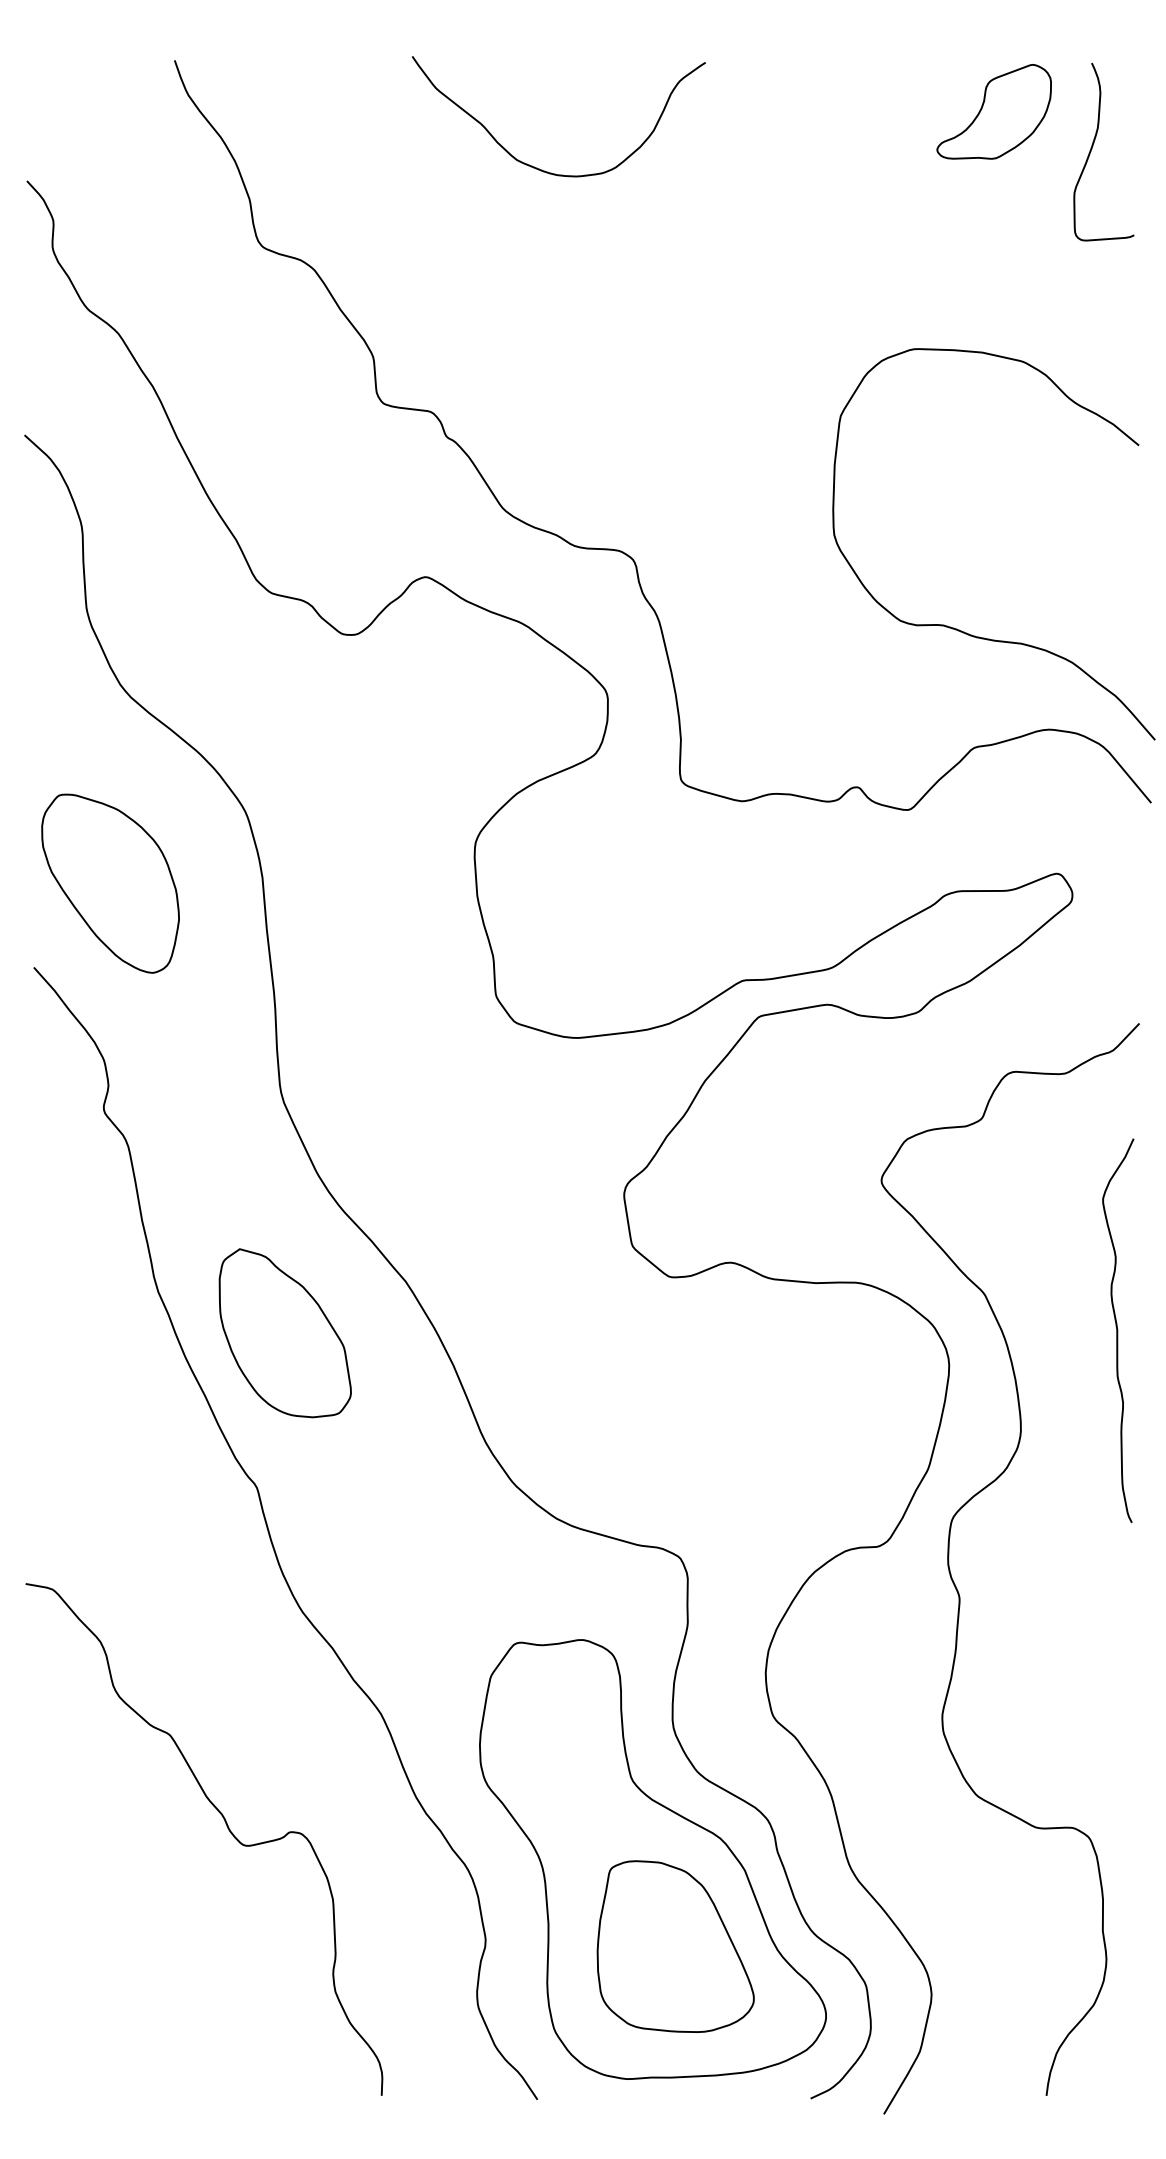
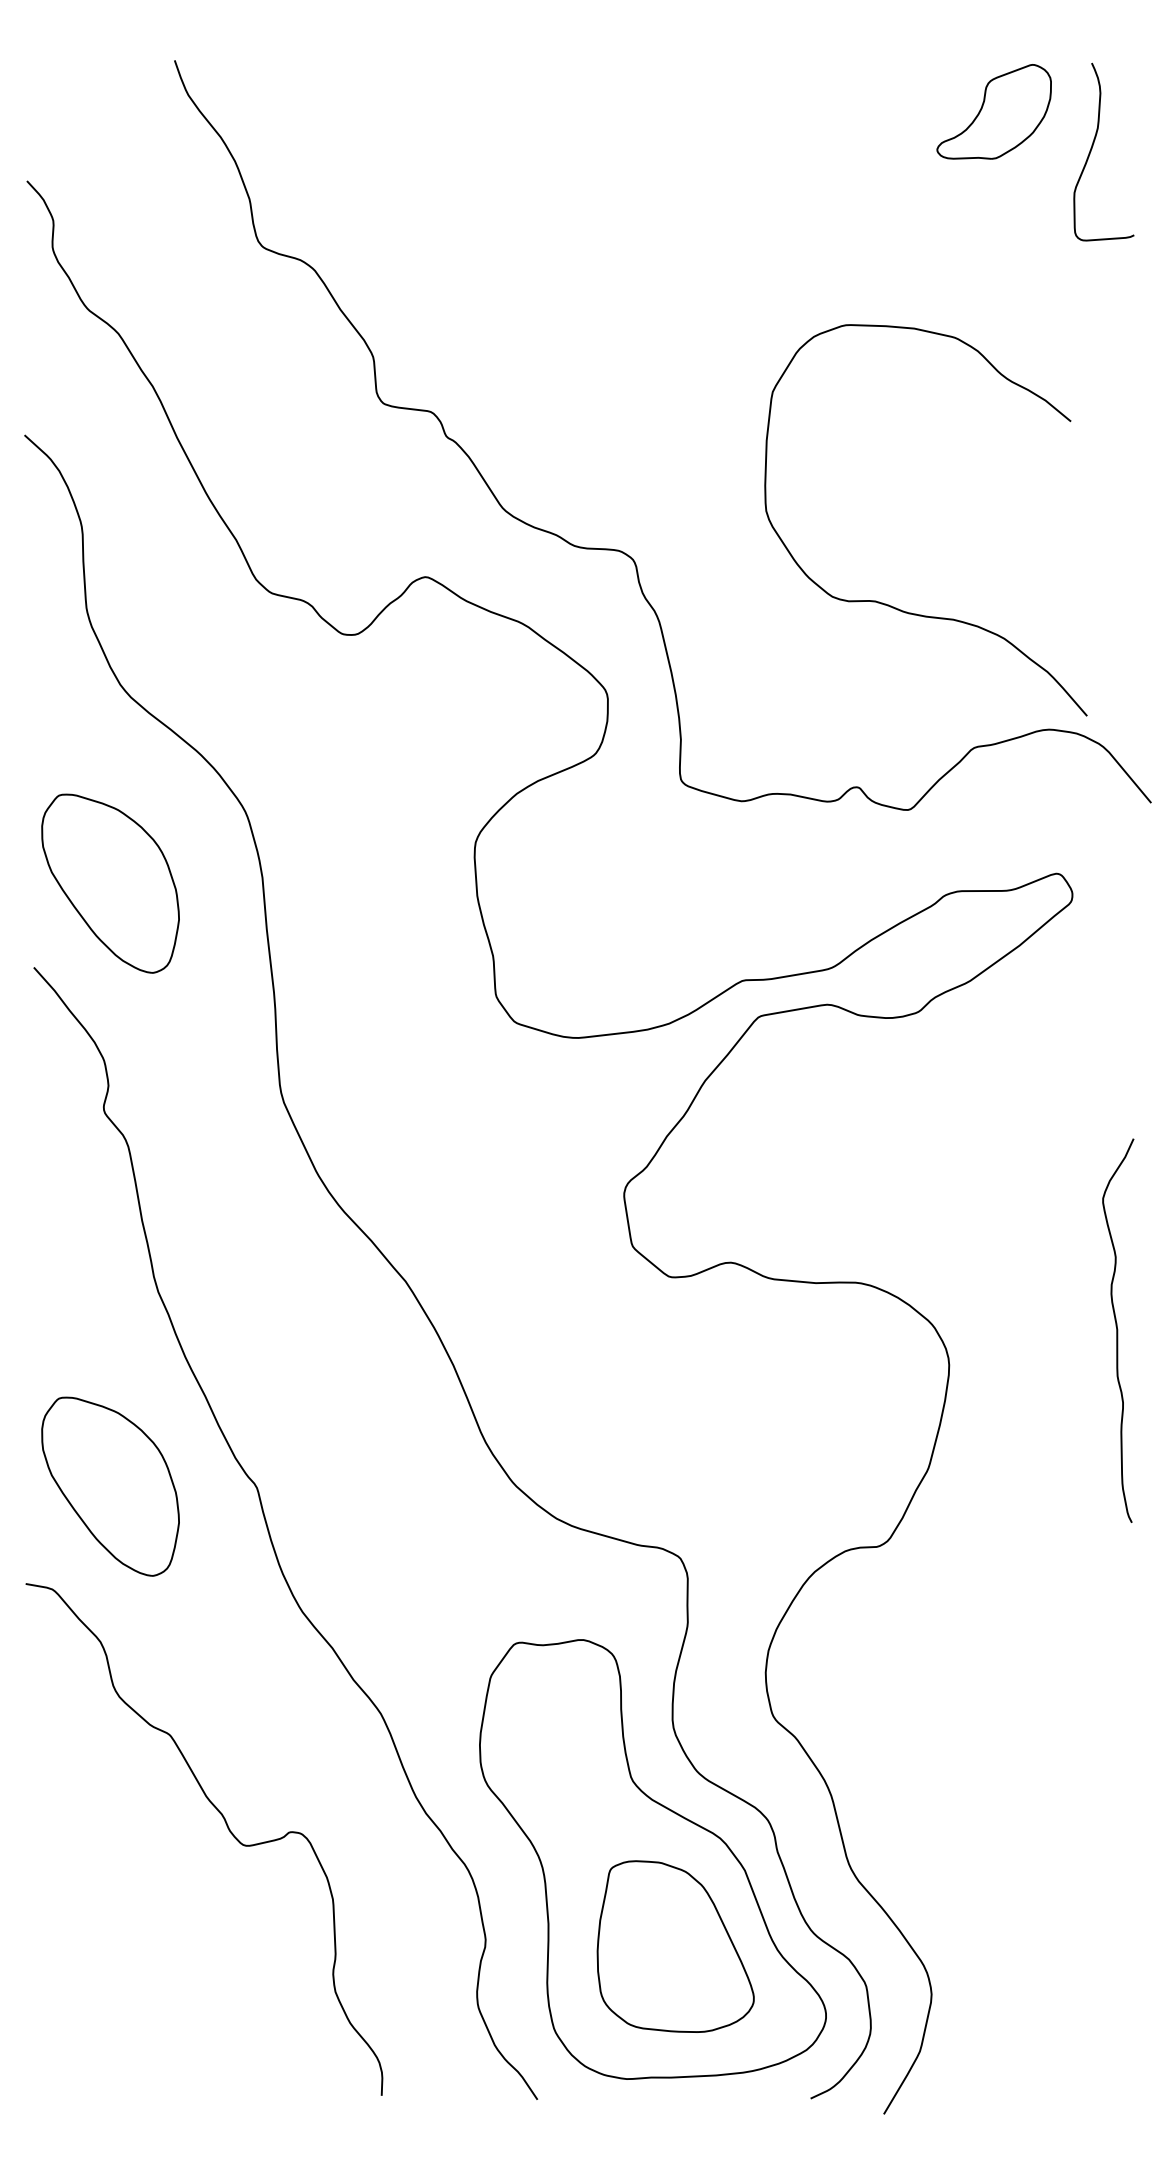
curve at (537, 167): present -> none
curve at (959, 629) position: (959, 629) -> (891, 605)
part at (284, 1333): present -> none
part at (110, 1486): none -> present
curve at (953, 1579): present -> none
